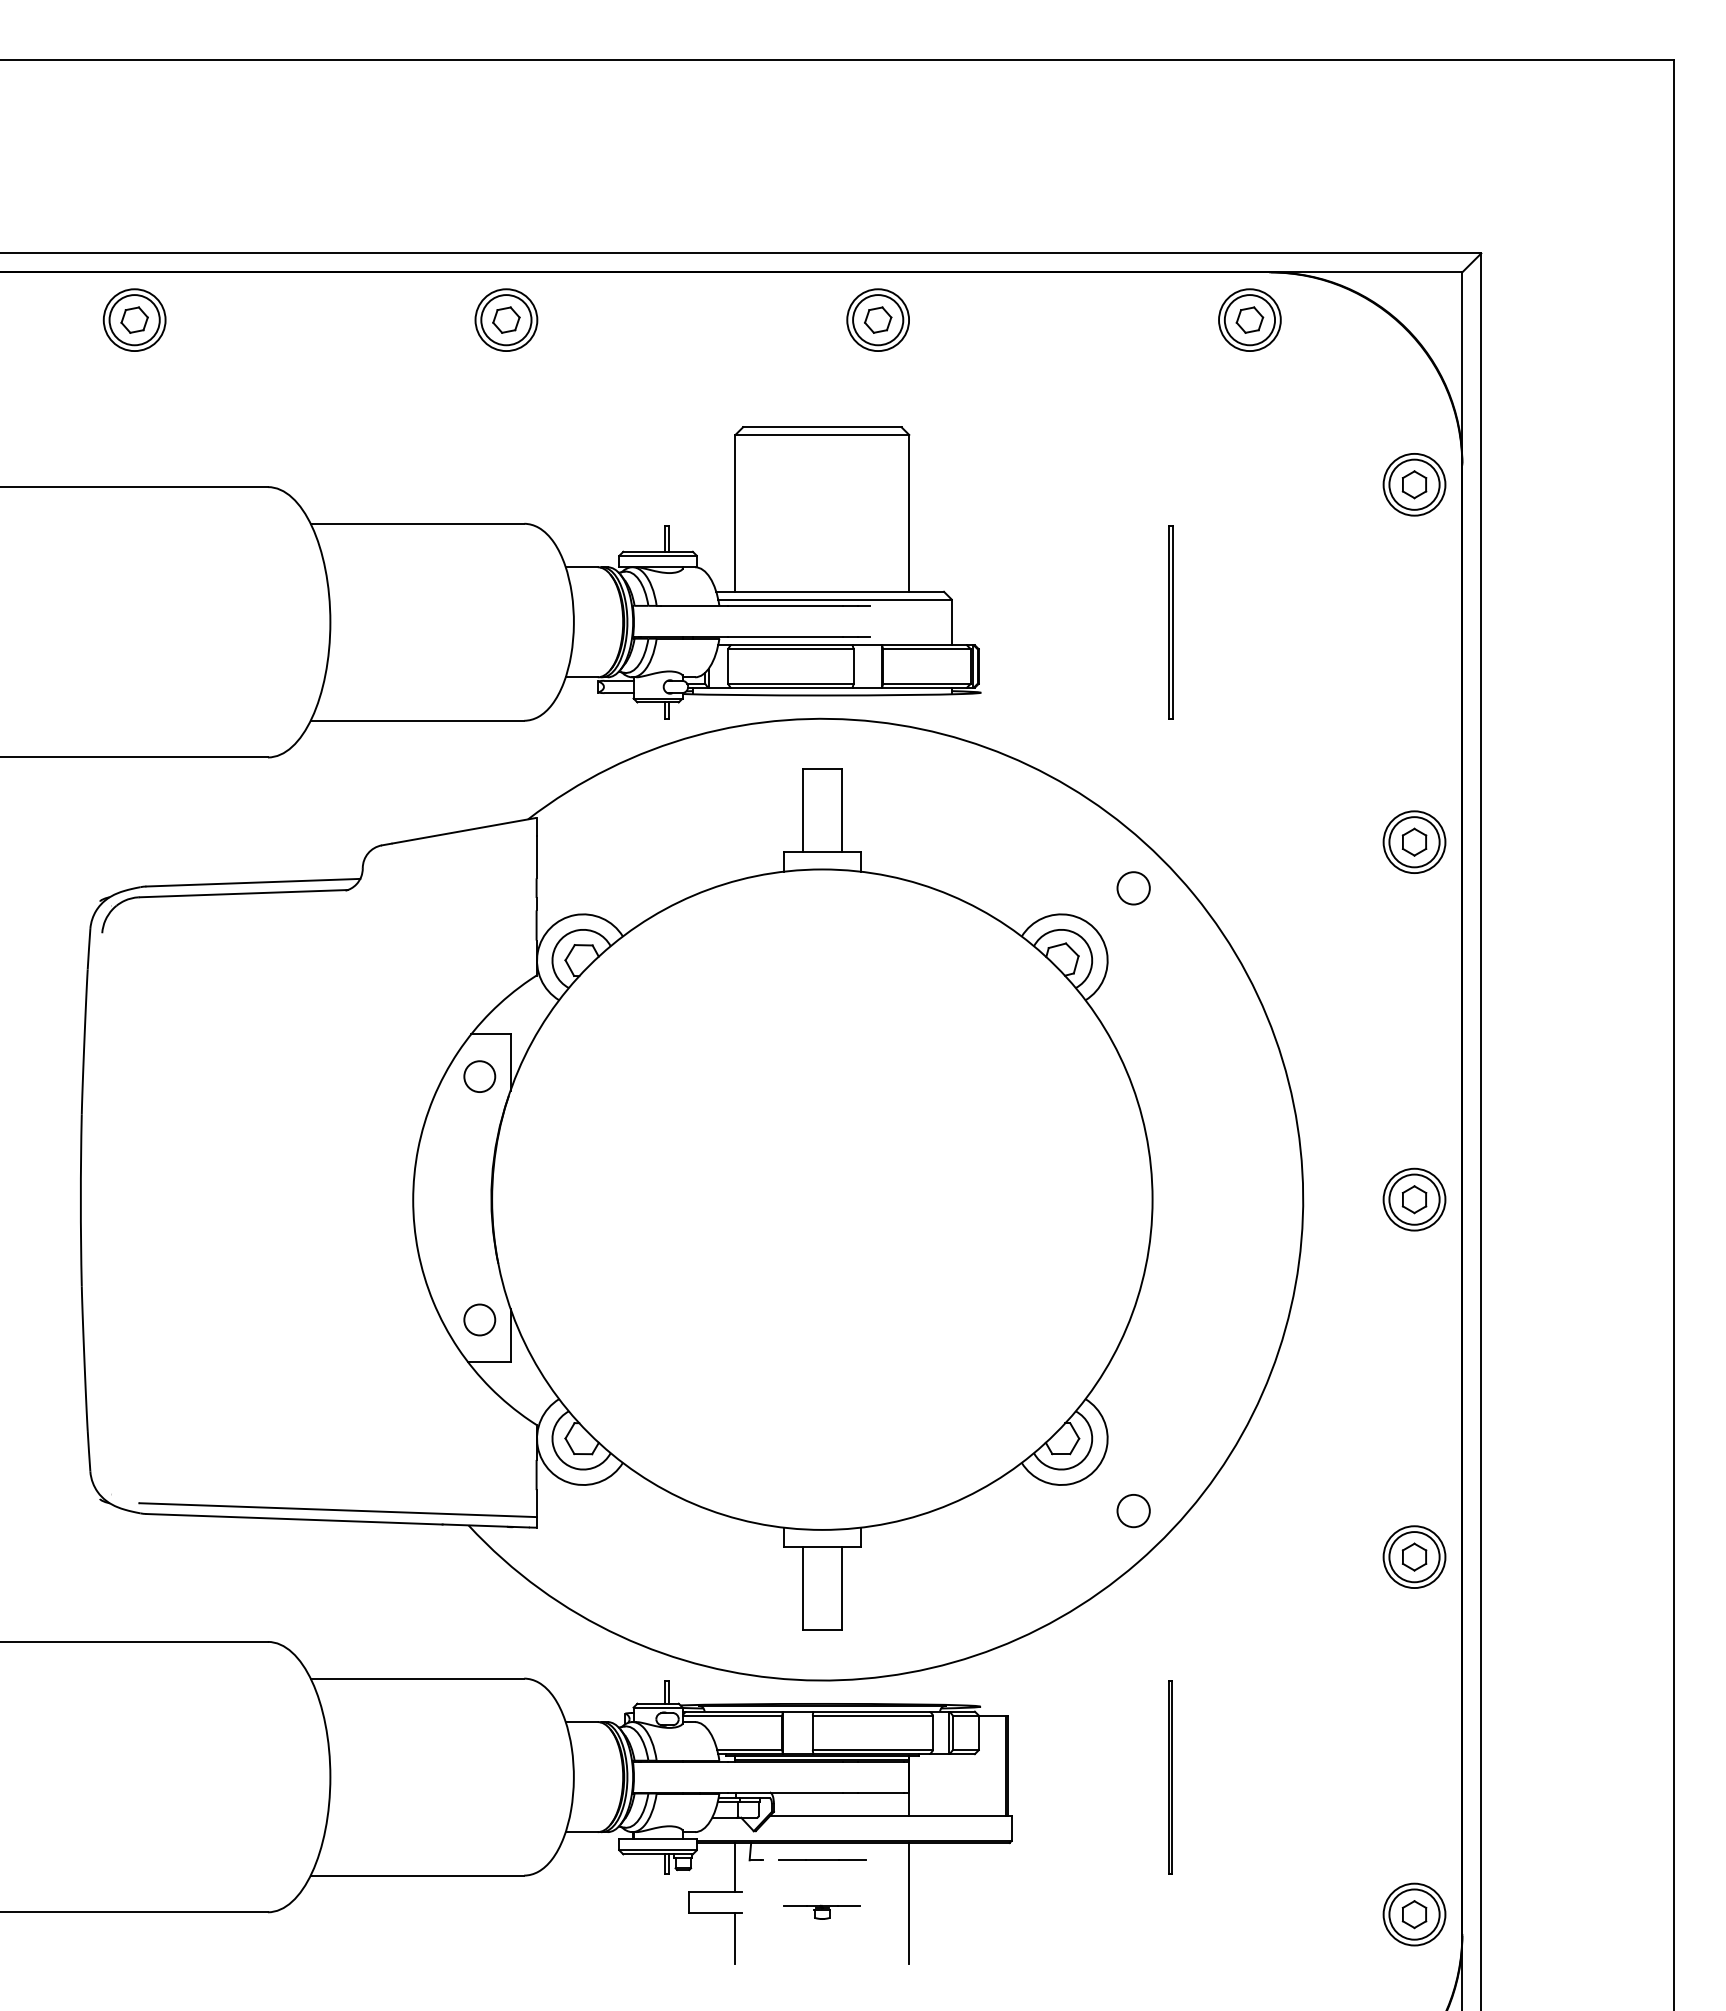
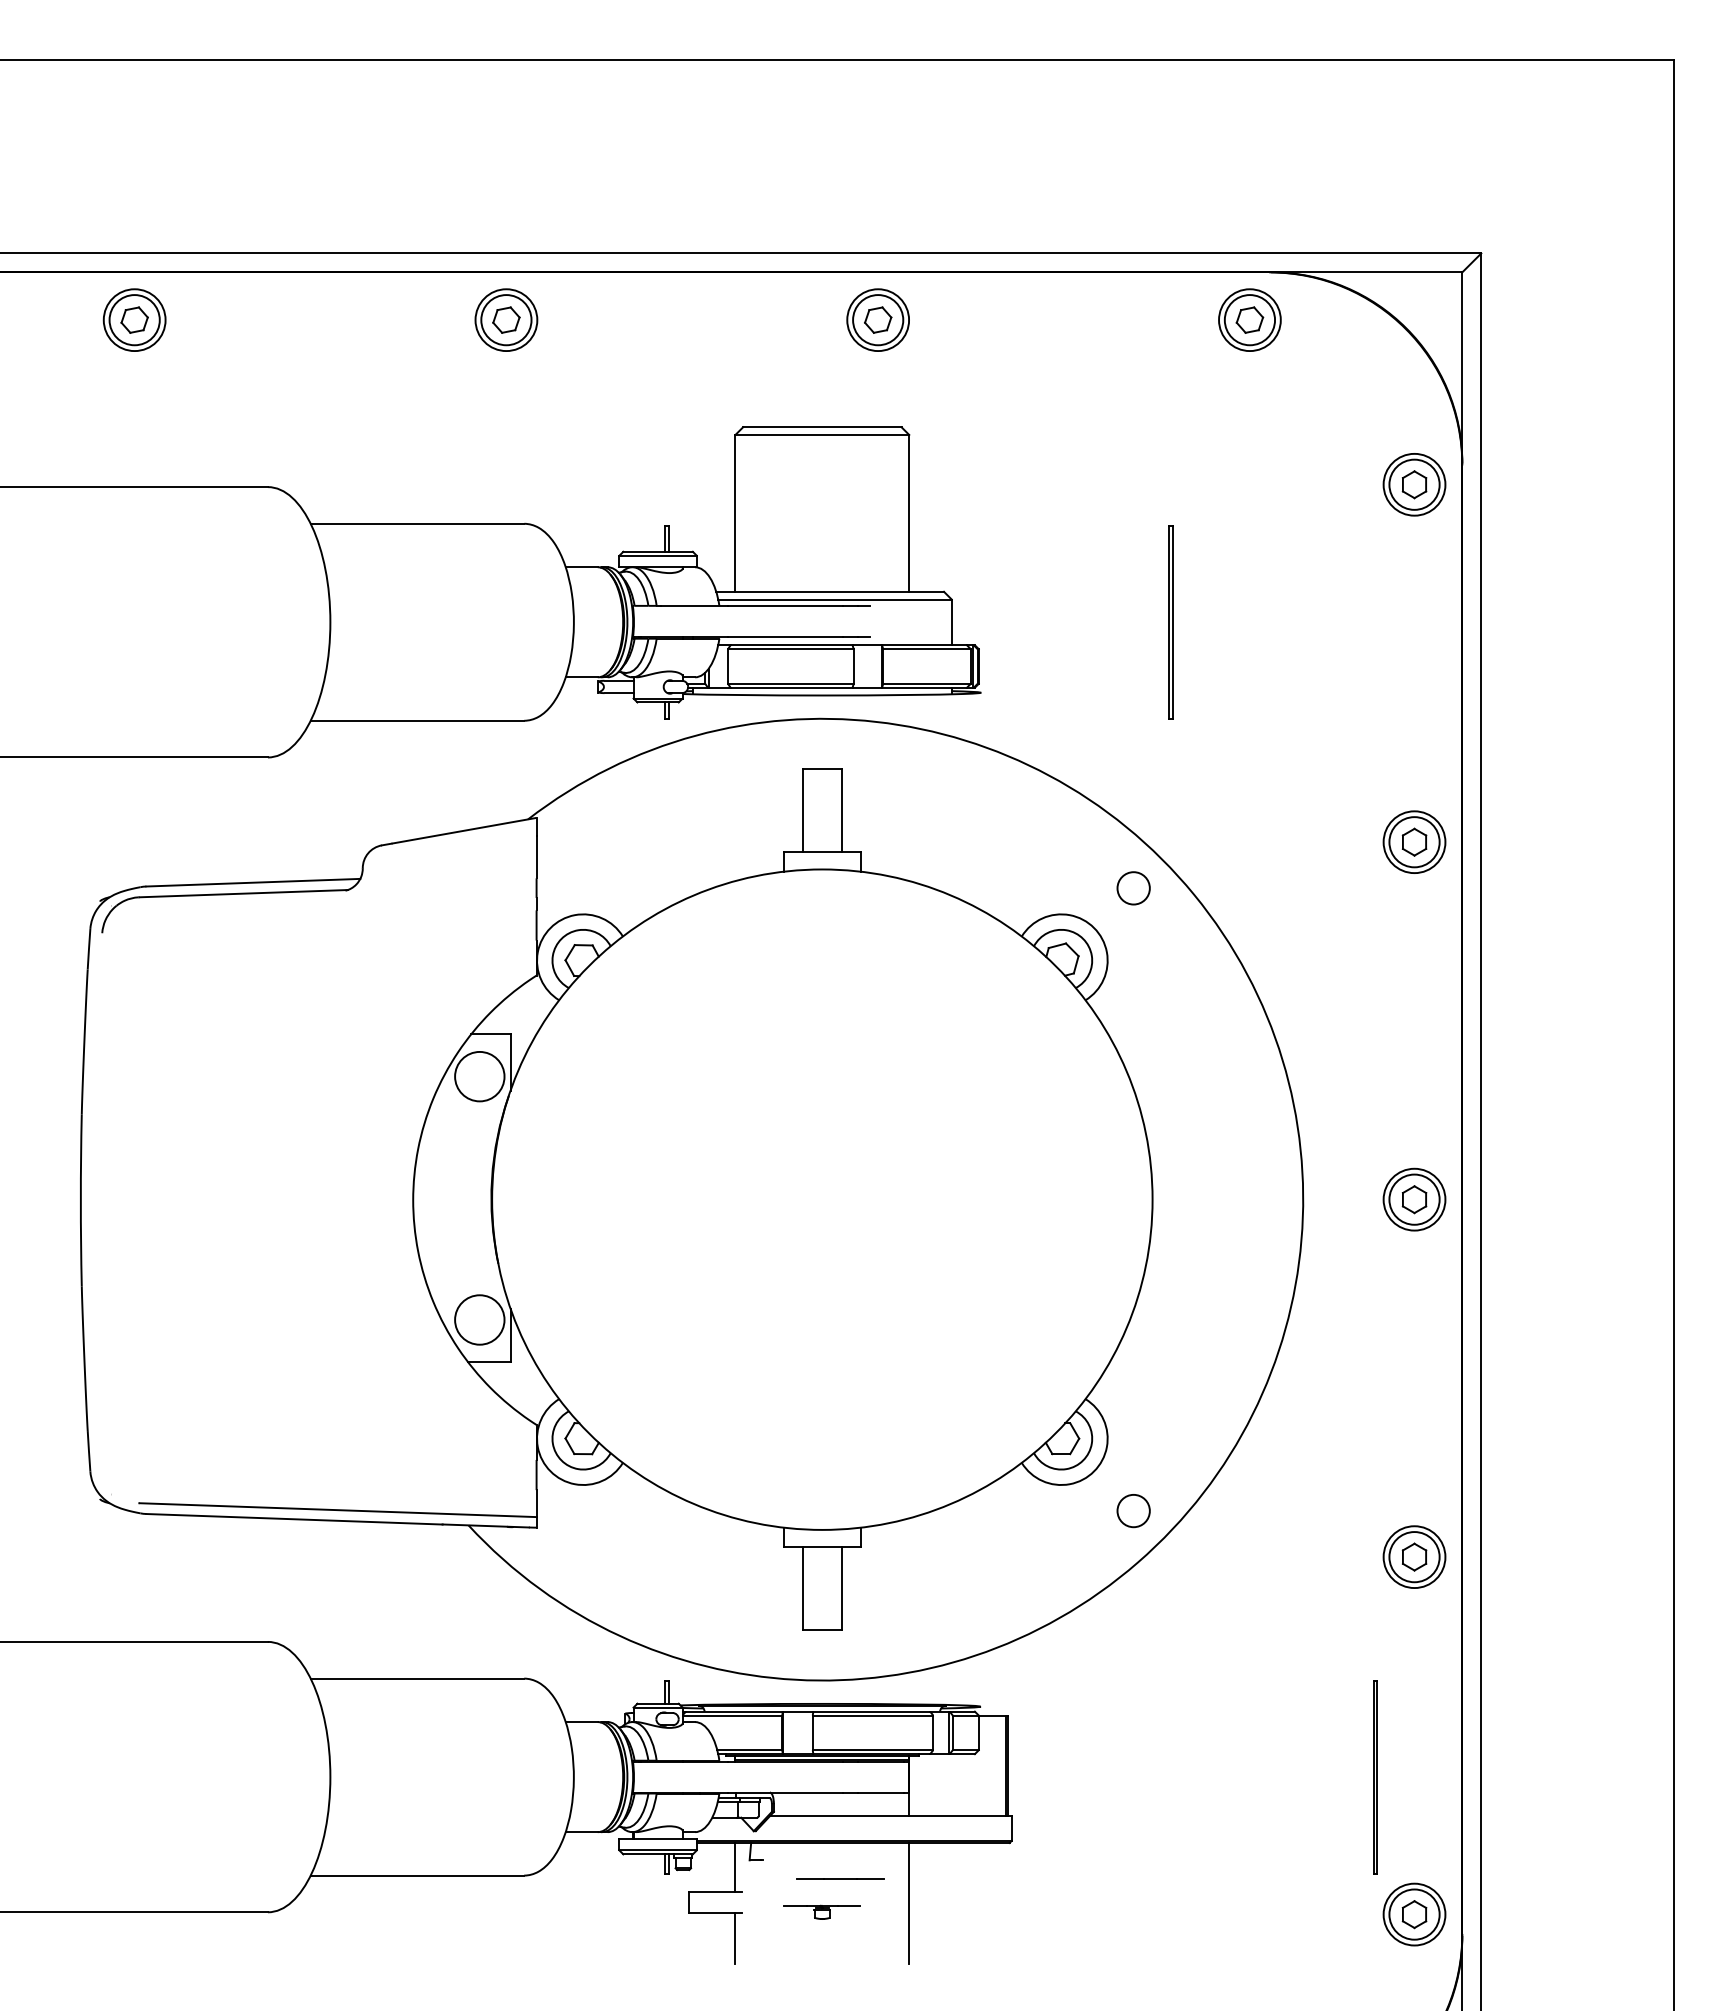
circle at (479, 1076) diameter: 31 px -> 49 px
circle at (479, 1319) diameter: 31 px -> 49 px
line at (1169, 1777) position: (1169, 1777) -> (1374, 1777)
line at (822, 1859) position: (822, 1859) -> (840, 1878)
